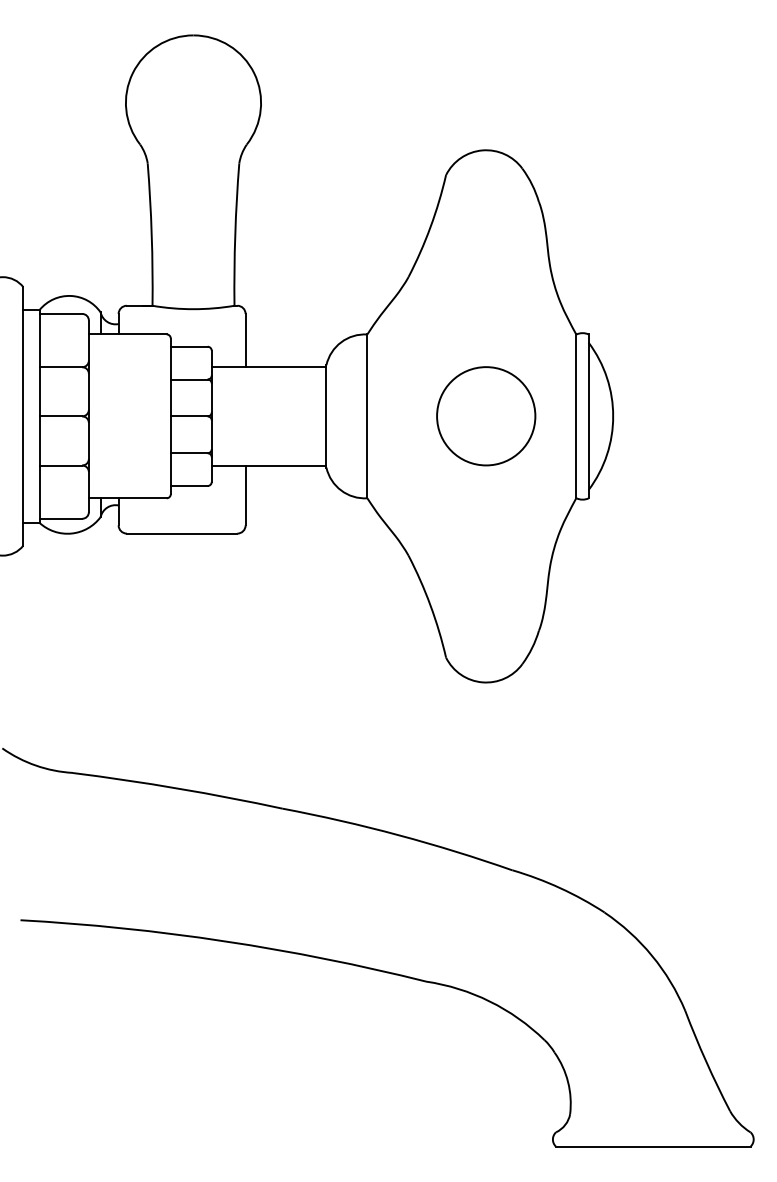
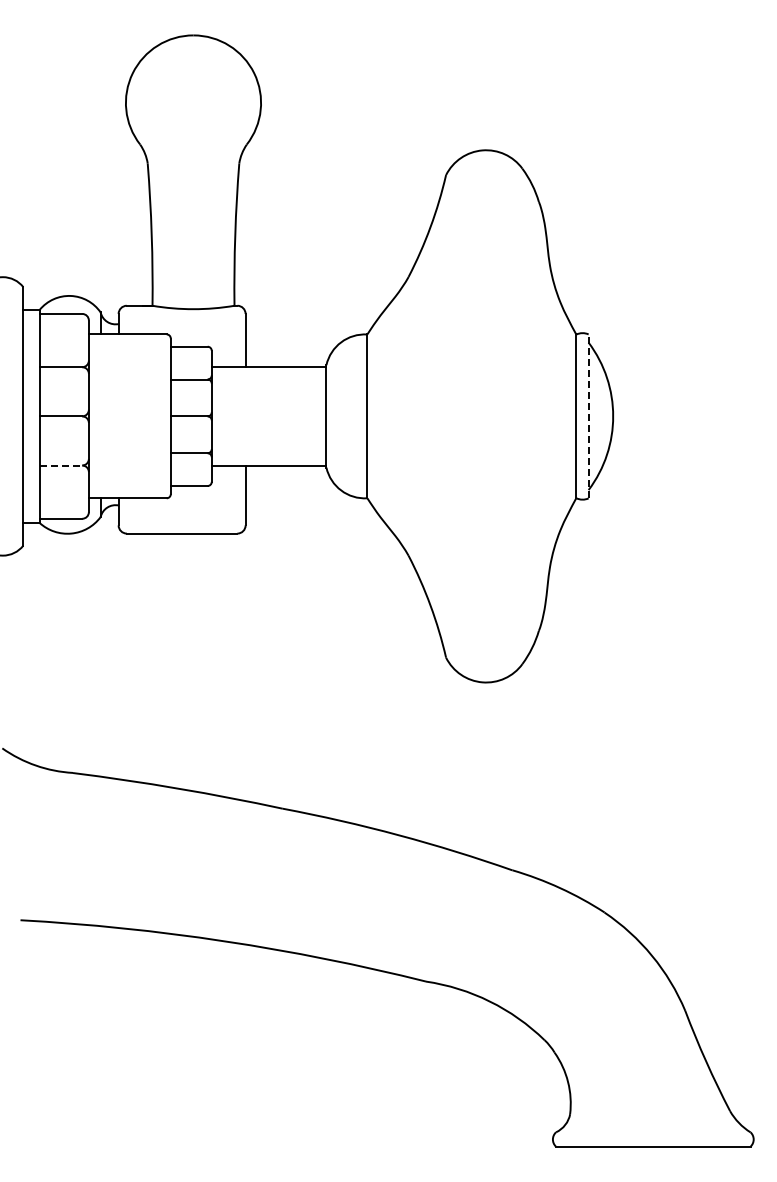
circle at (486, 416): present -> none
line at (588, 416): solid -> dashed
line at (61, 465): solid -> dashed
